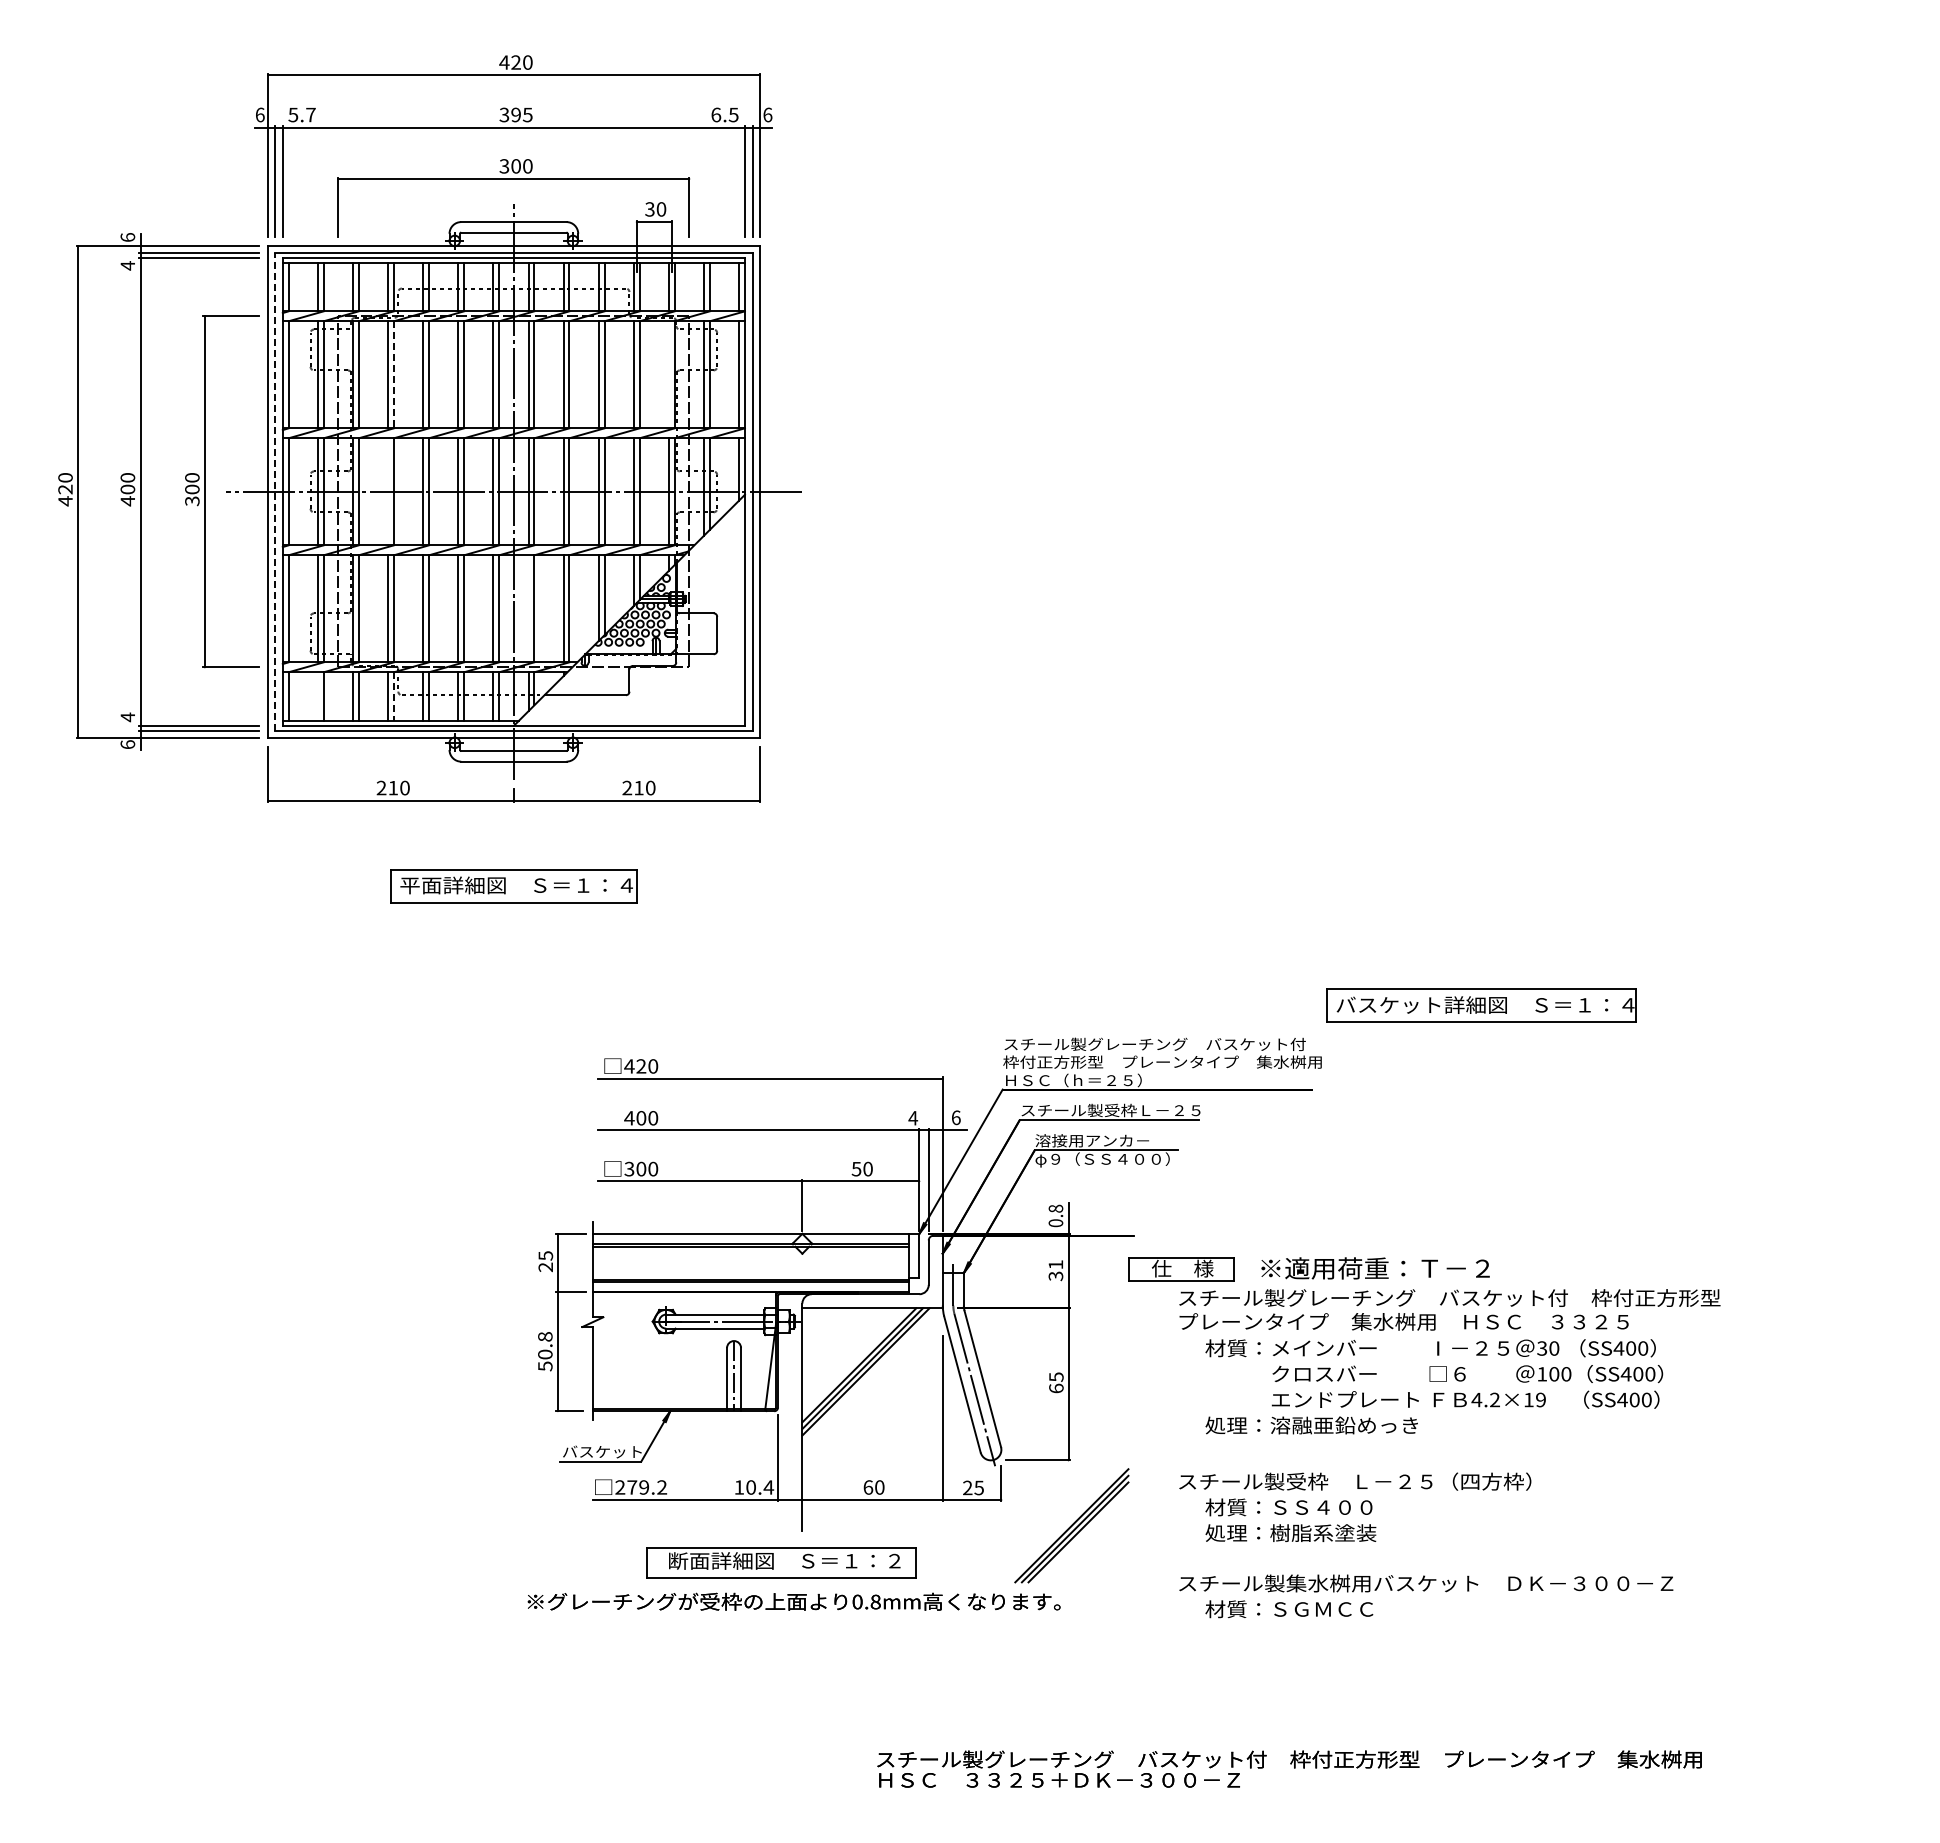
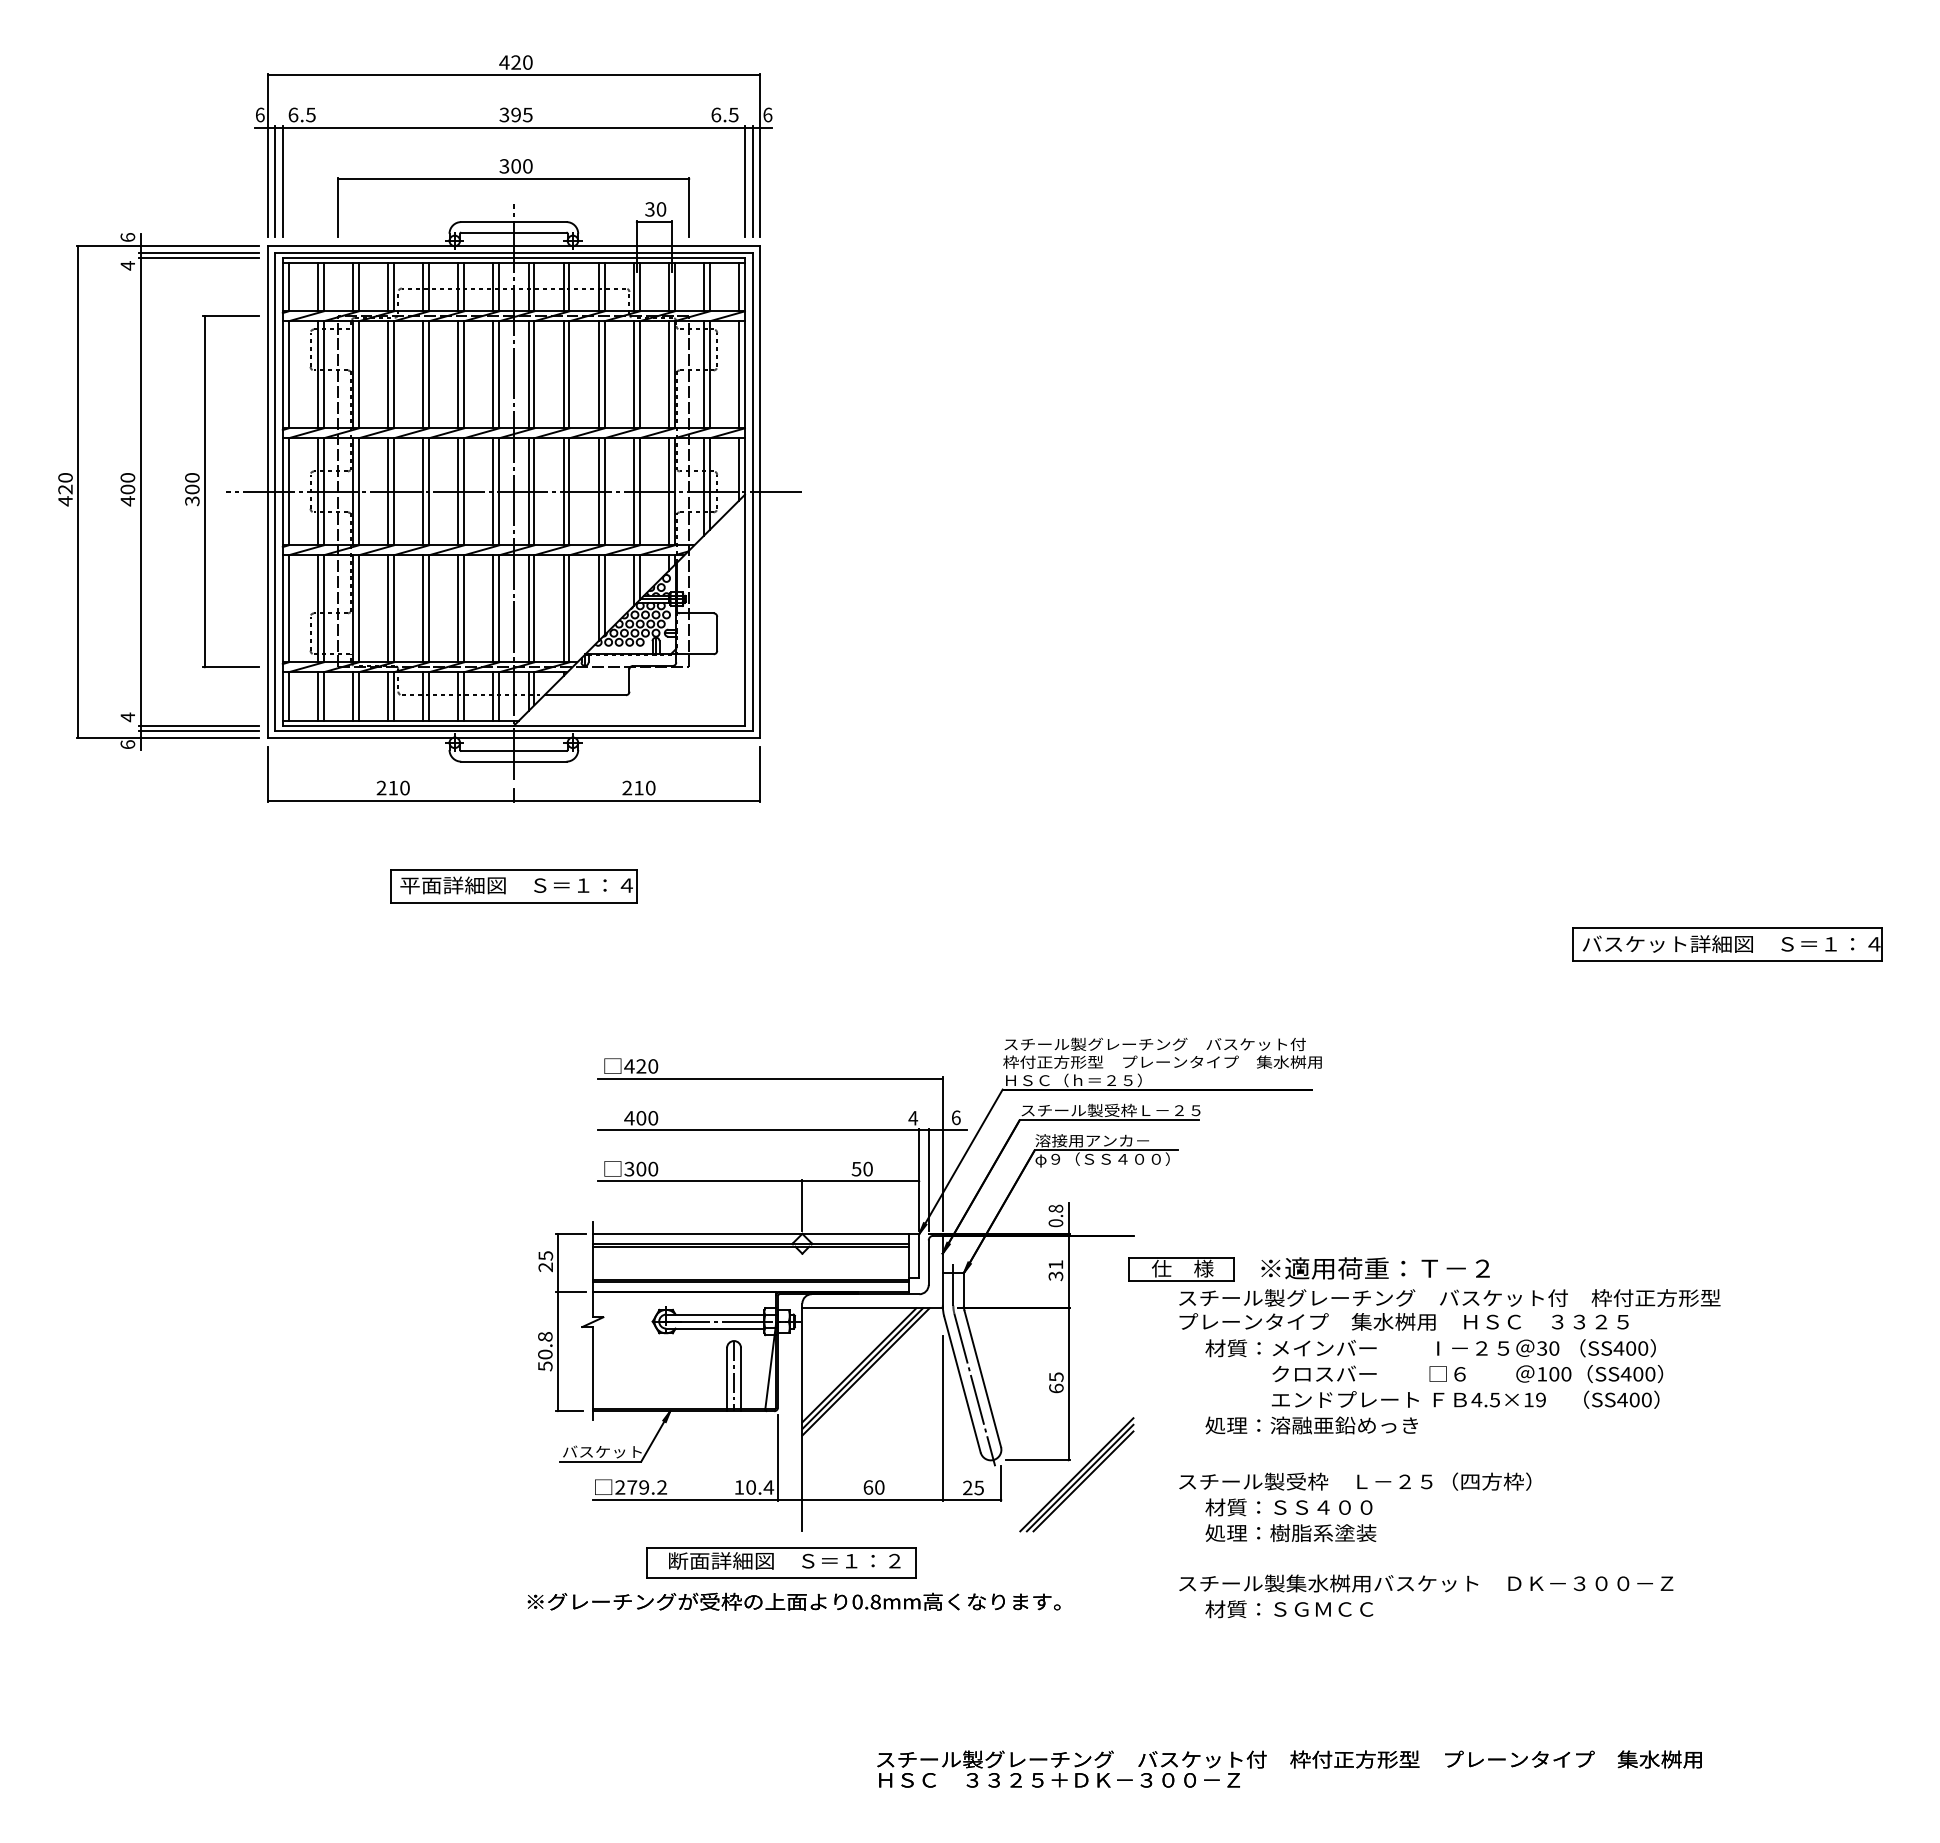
text at (301, 114): 5.7 -> 6.5
line at (393, 374): dashed -> solid
line at (668, 374): none -> present
line at (275, 491): dashed -> solid
line at (388, 491): none -> present
line at (528, 608): none -> present
line at (317, 696): none -> present
line at (393, 696): dashed -> solid
part at (1481, 1005) position: (1481, 1005) -> (1727, 944)
text at (1494, 1399): 4.2×19 -> 4.5×19
part at (1071, 1525) position: (1071, 1525) -> (1076, 1474)
